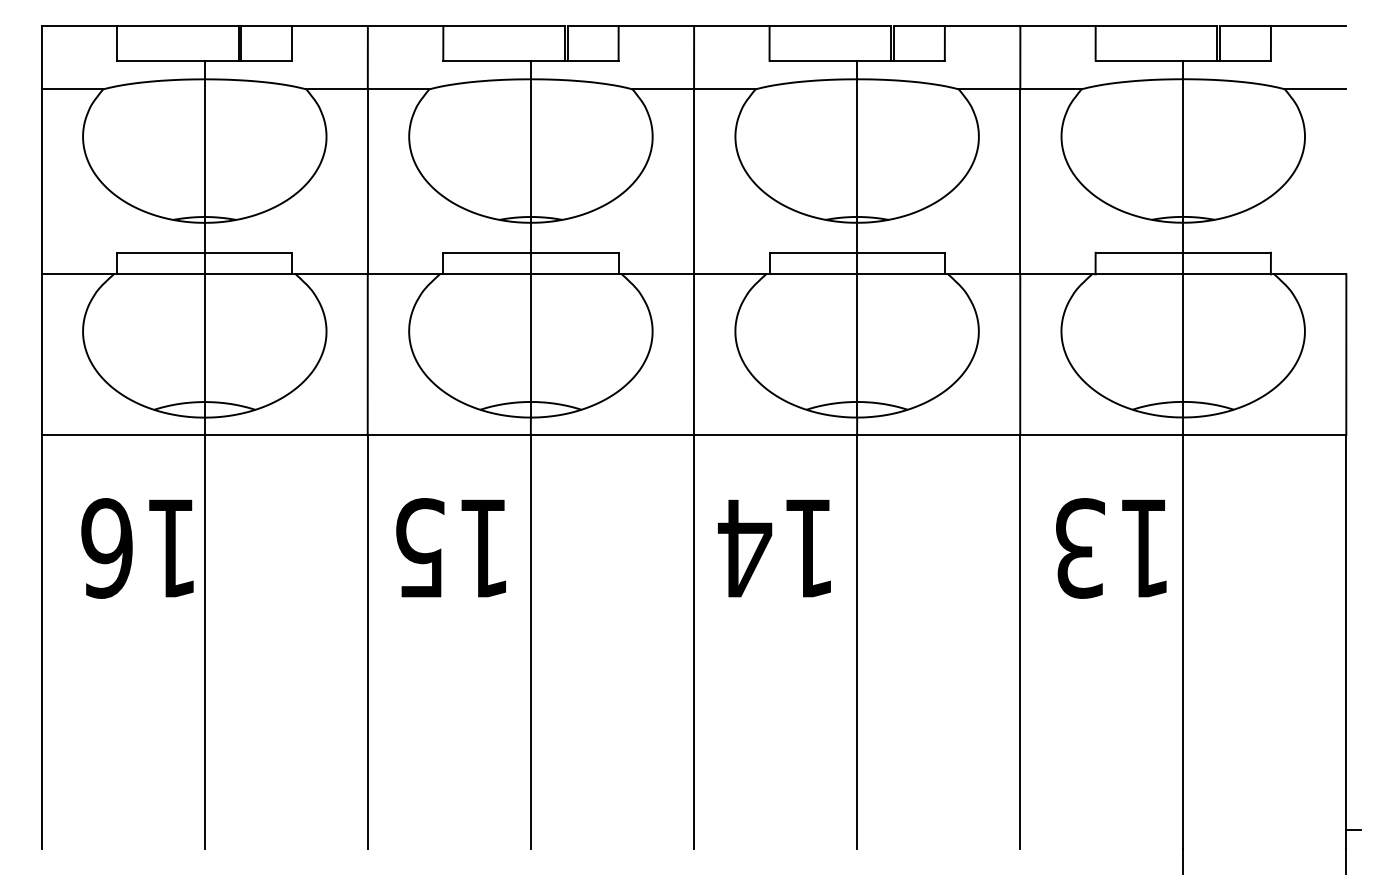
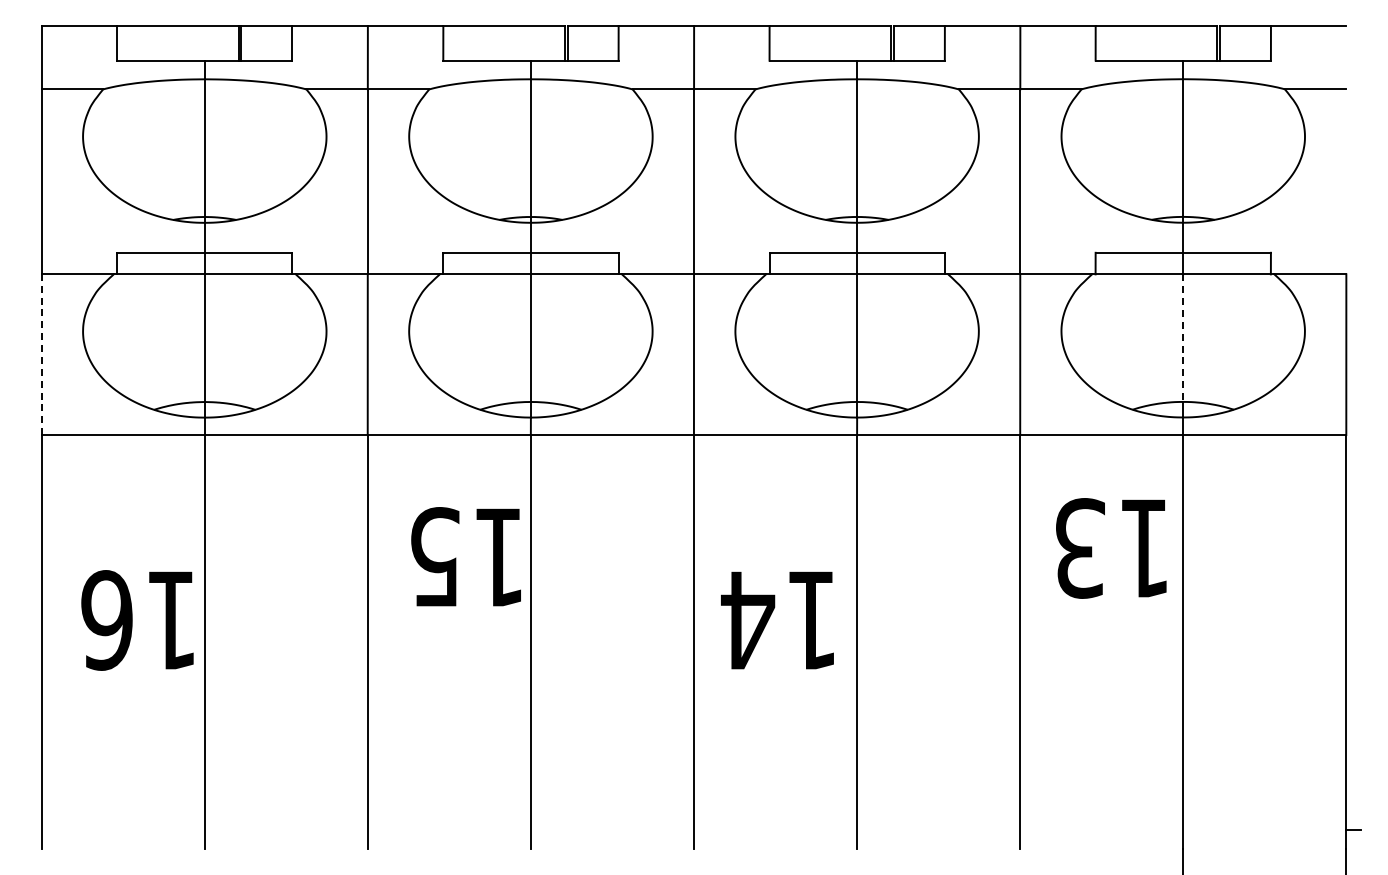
line at (1183, 338): solid -> dashed
line at (41, 354): solid -> dashed
text at (450, 547) position: (450, 547) -> (465, 556)
text at (137, 548) position: (137, 548) -> (137, 620)
text at (774, 548) position: (774, 548) -> (777, 620)
